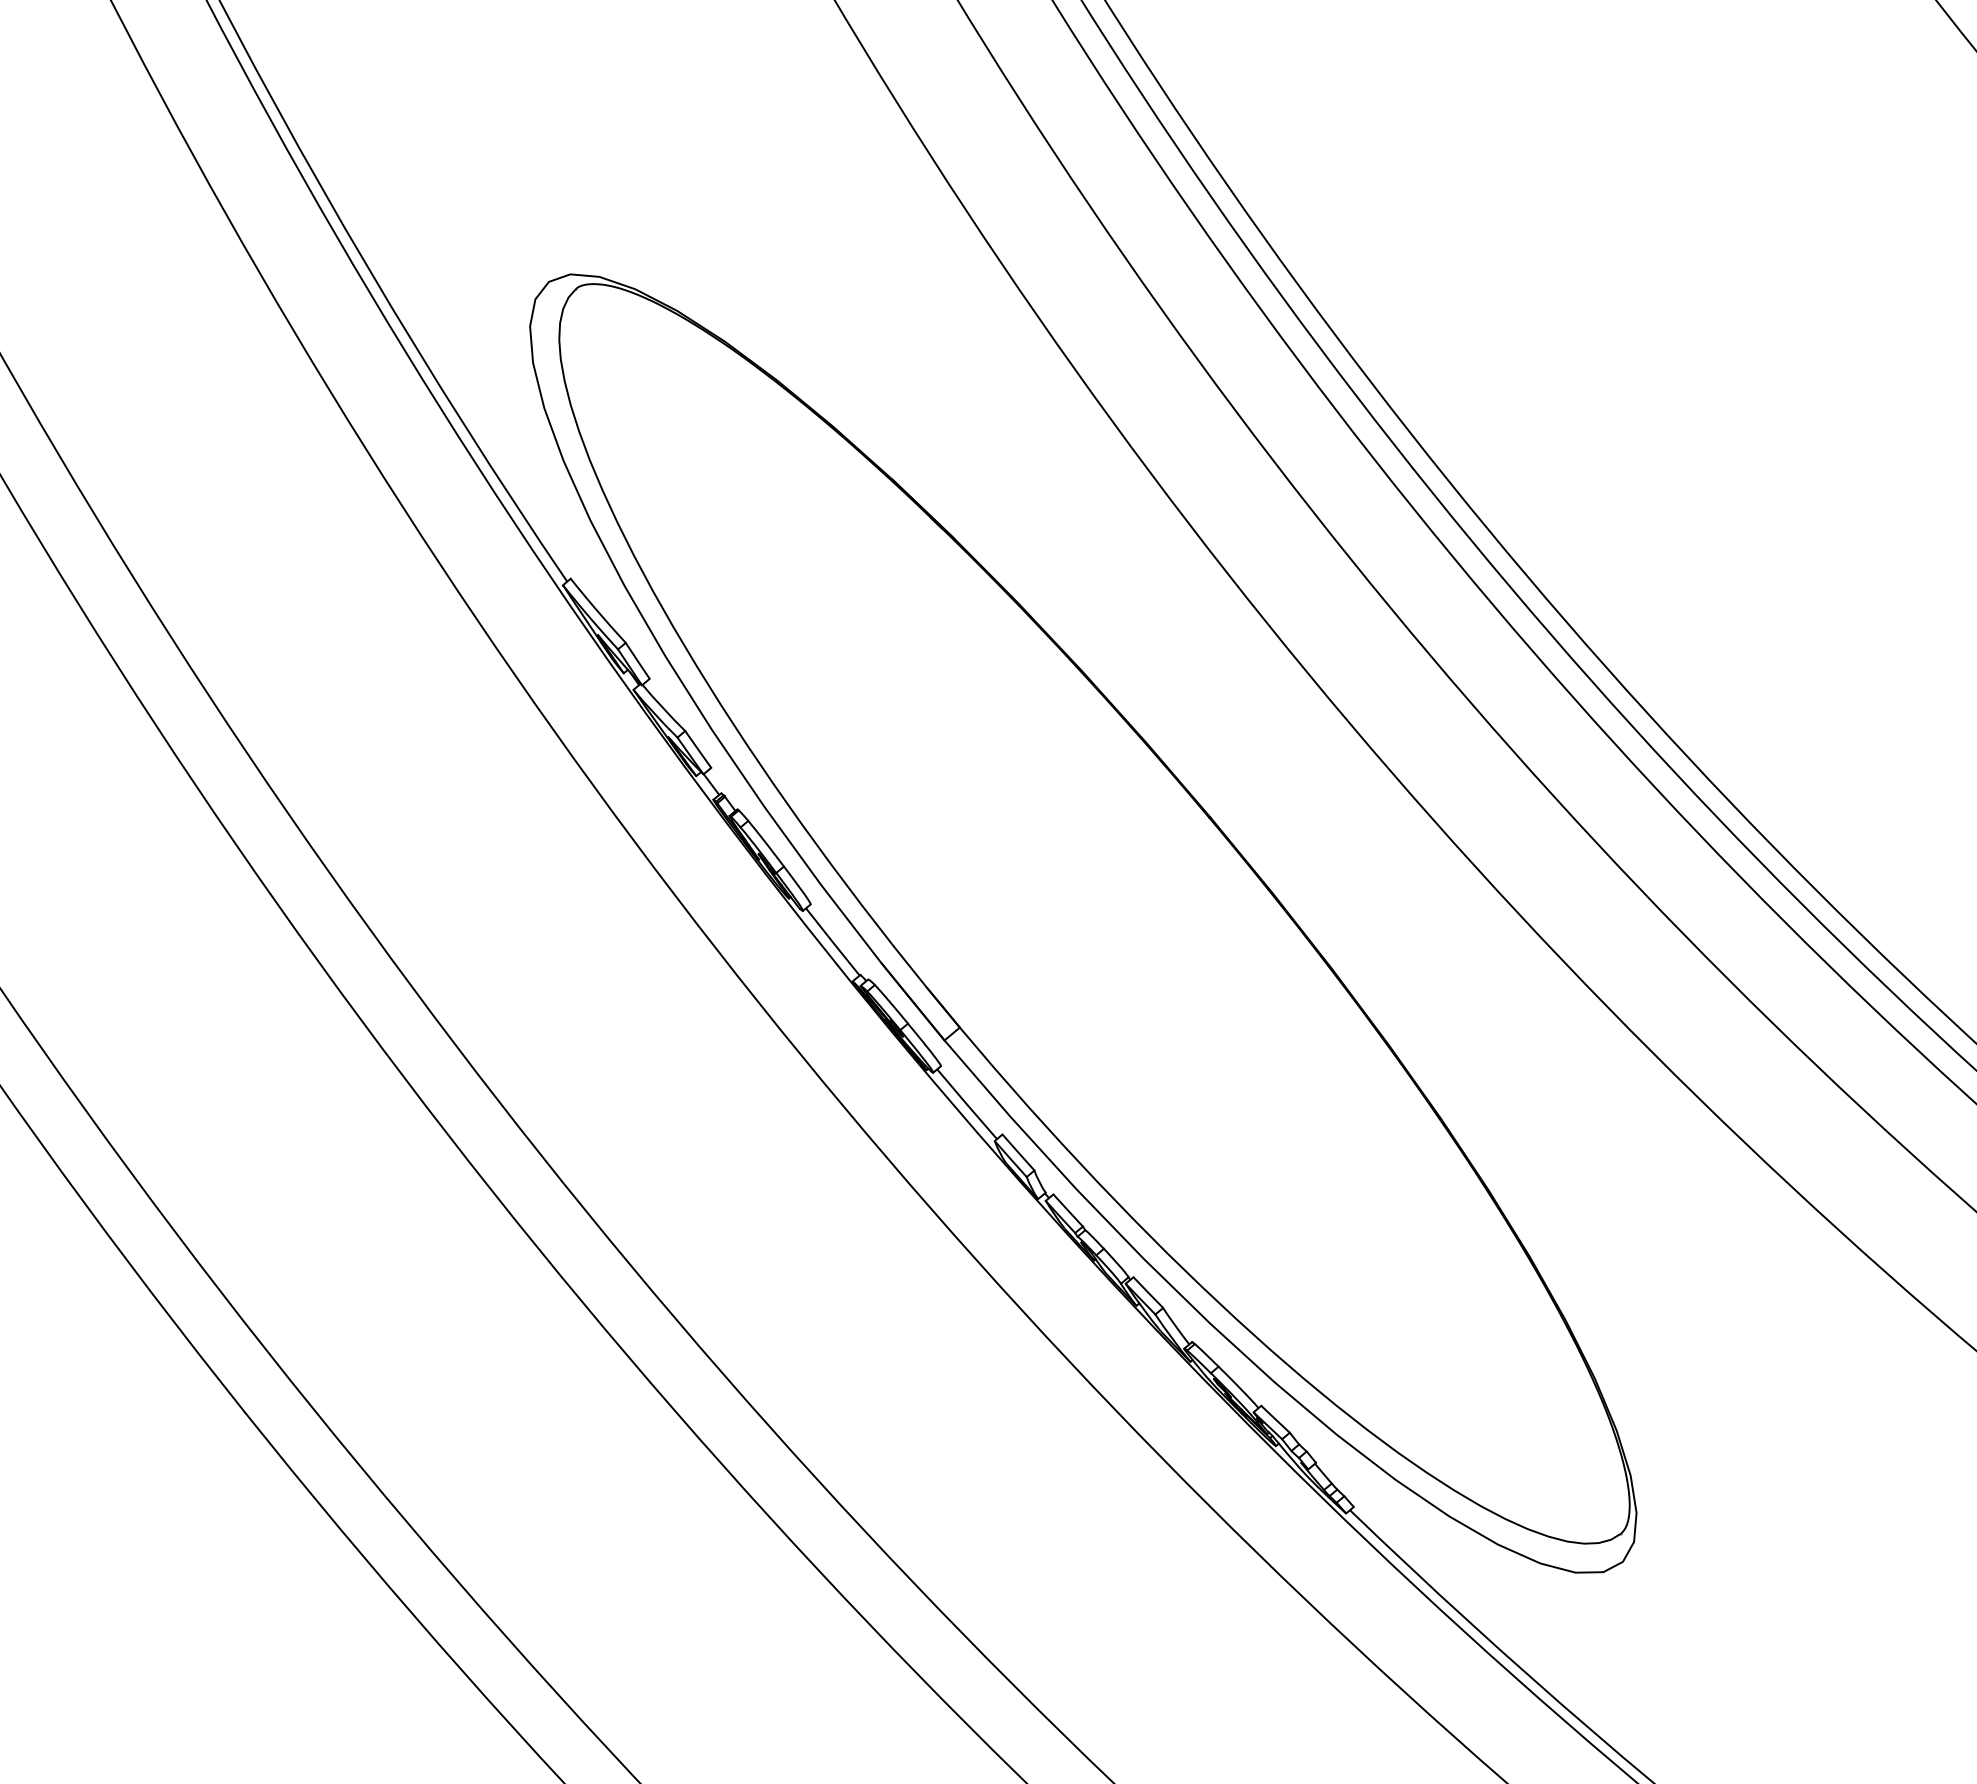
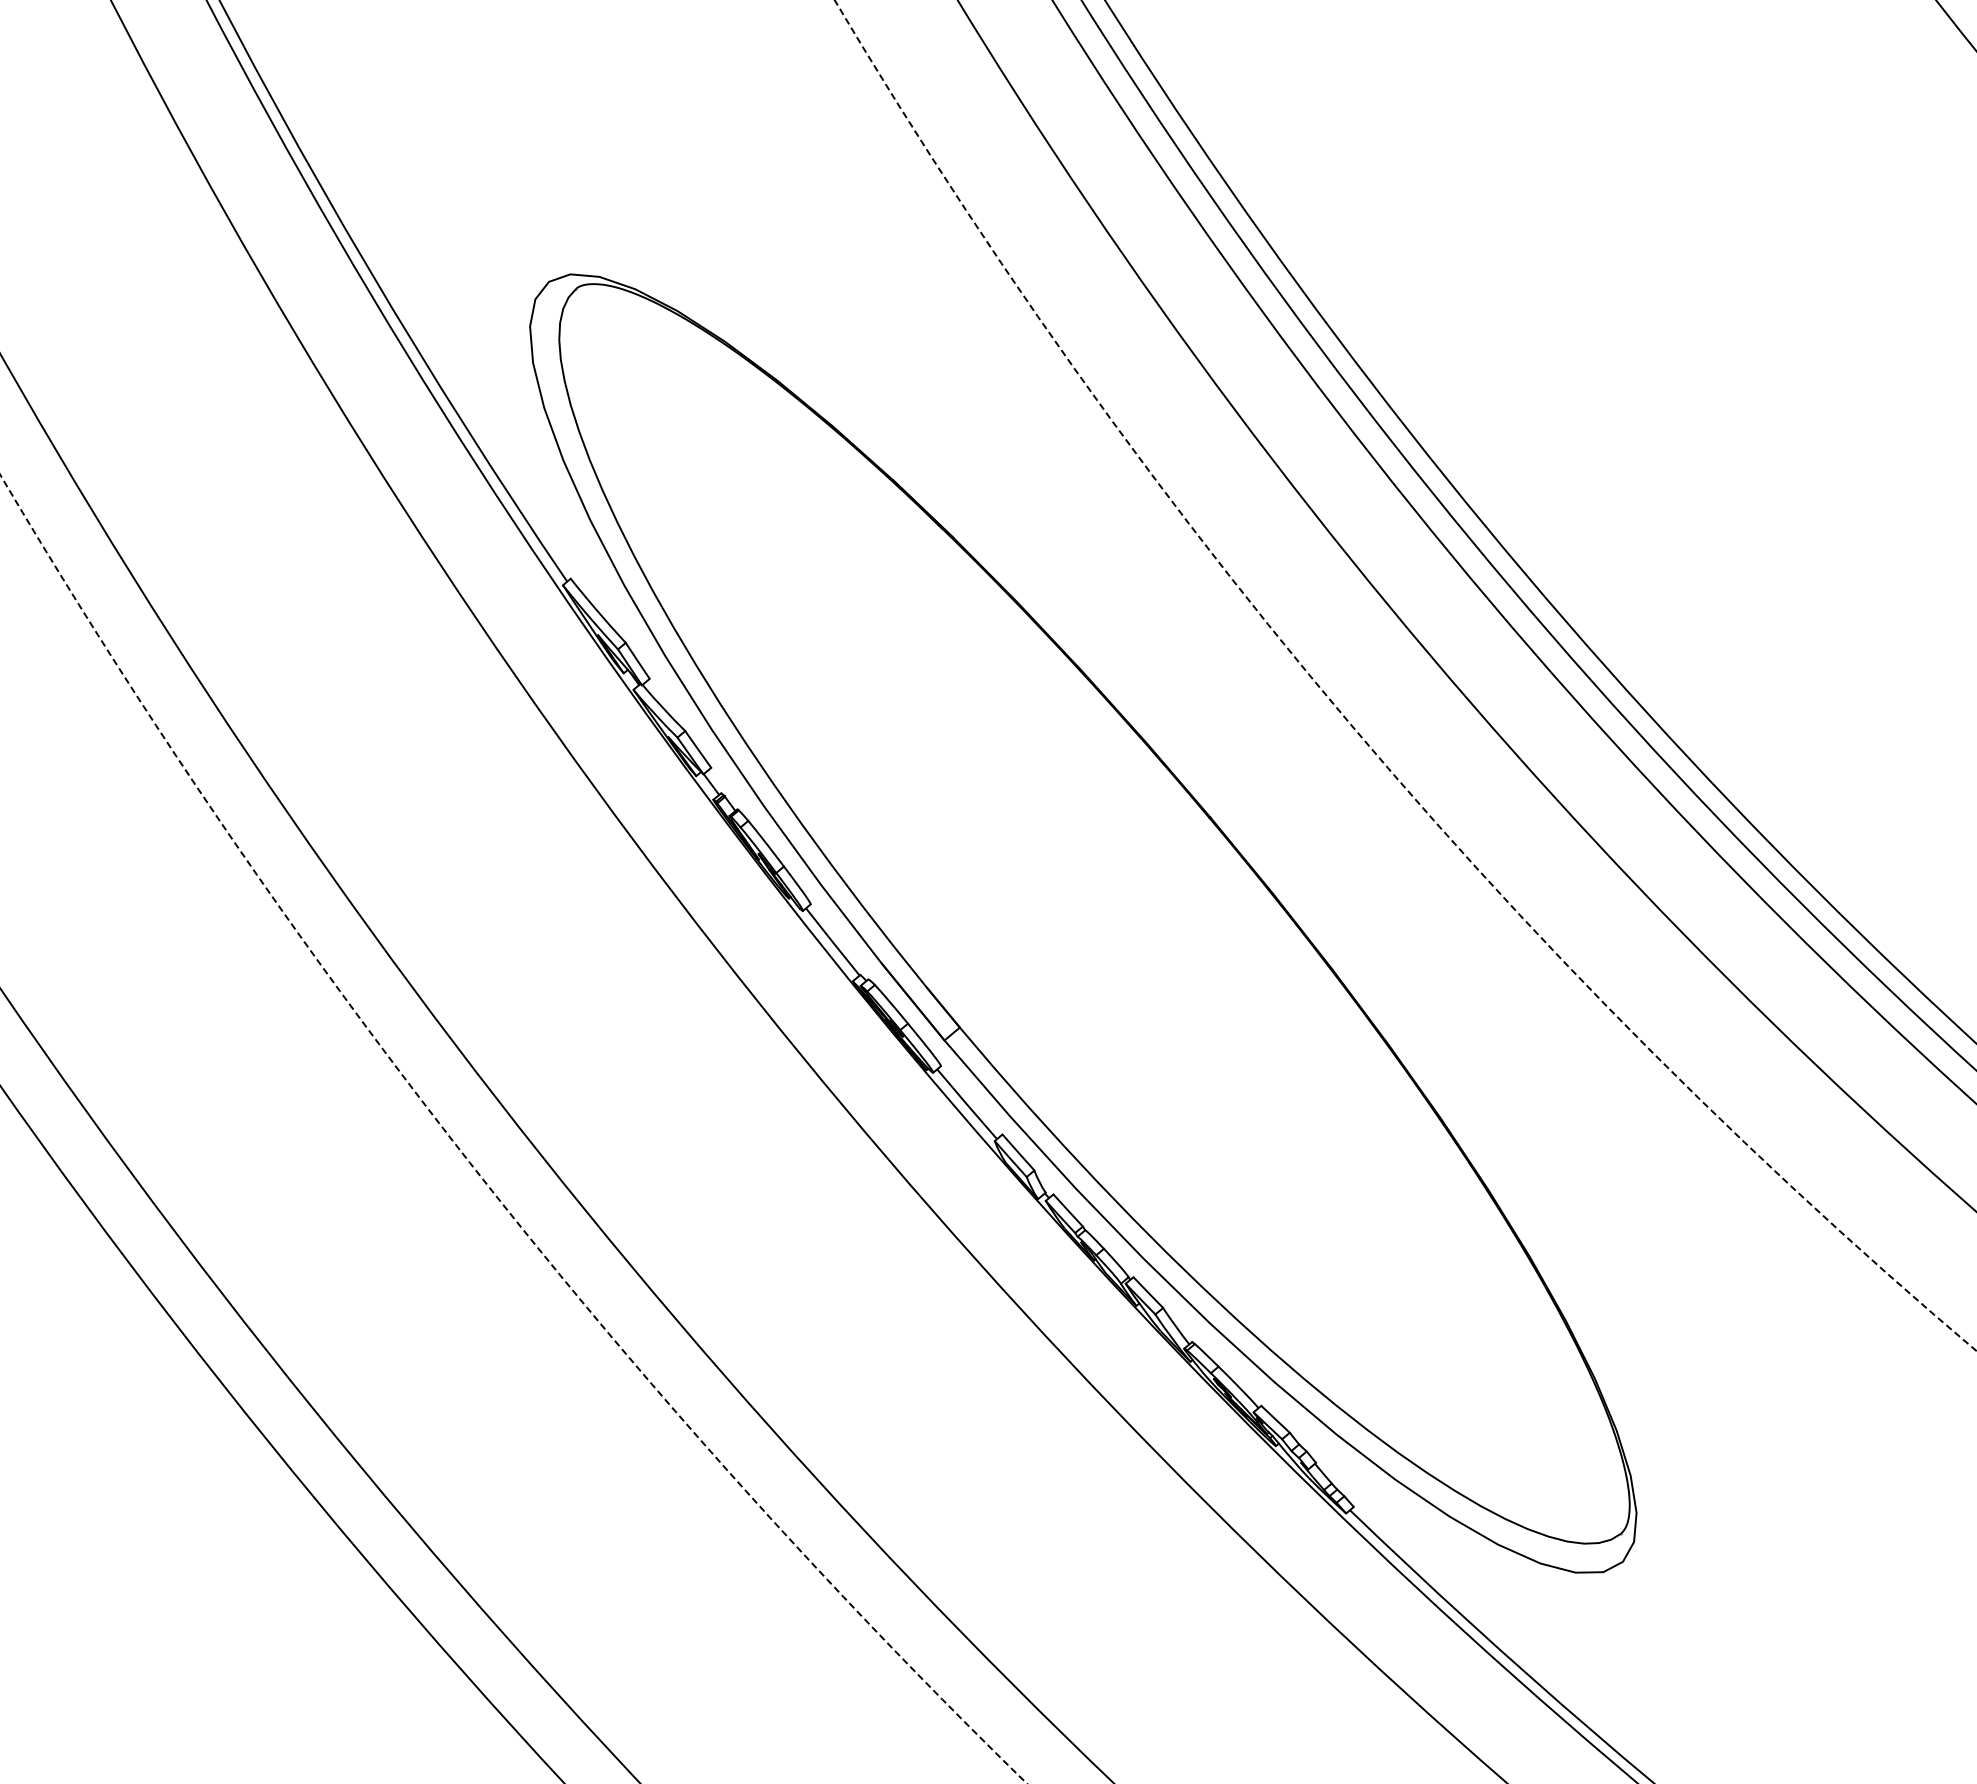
circle at (1405, 675): solid -> dashed
arc at (470, 1163): solid -> dashed
